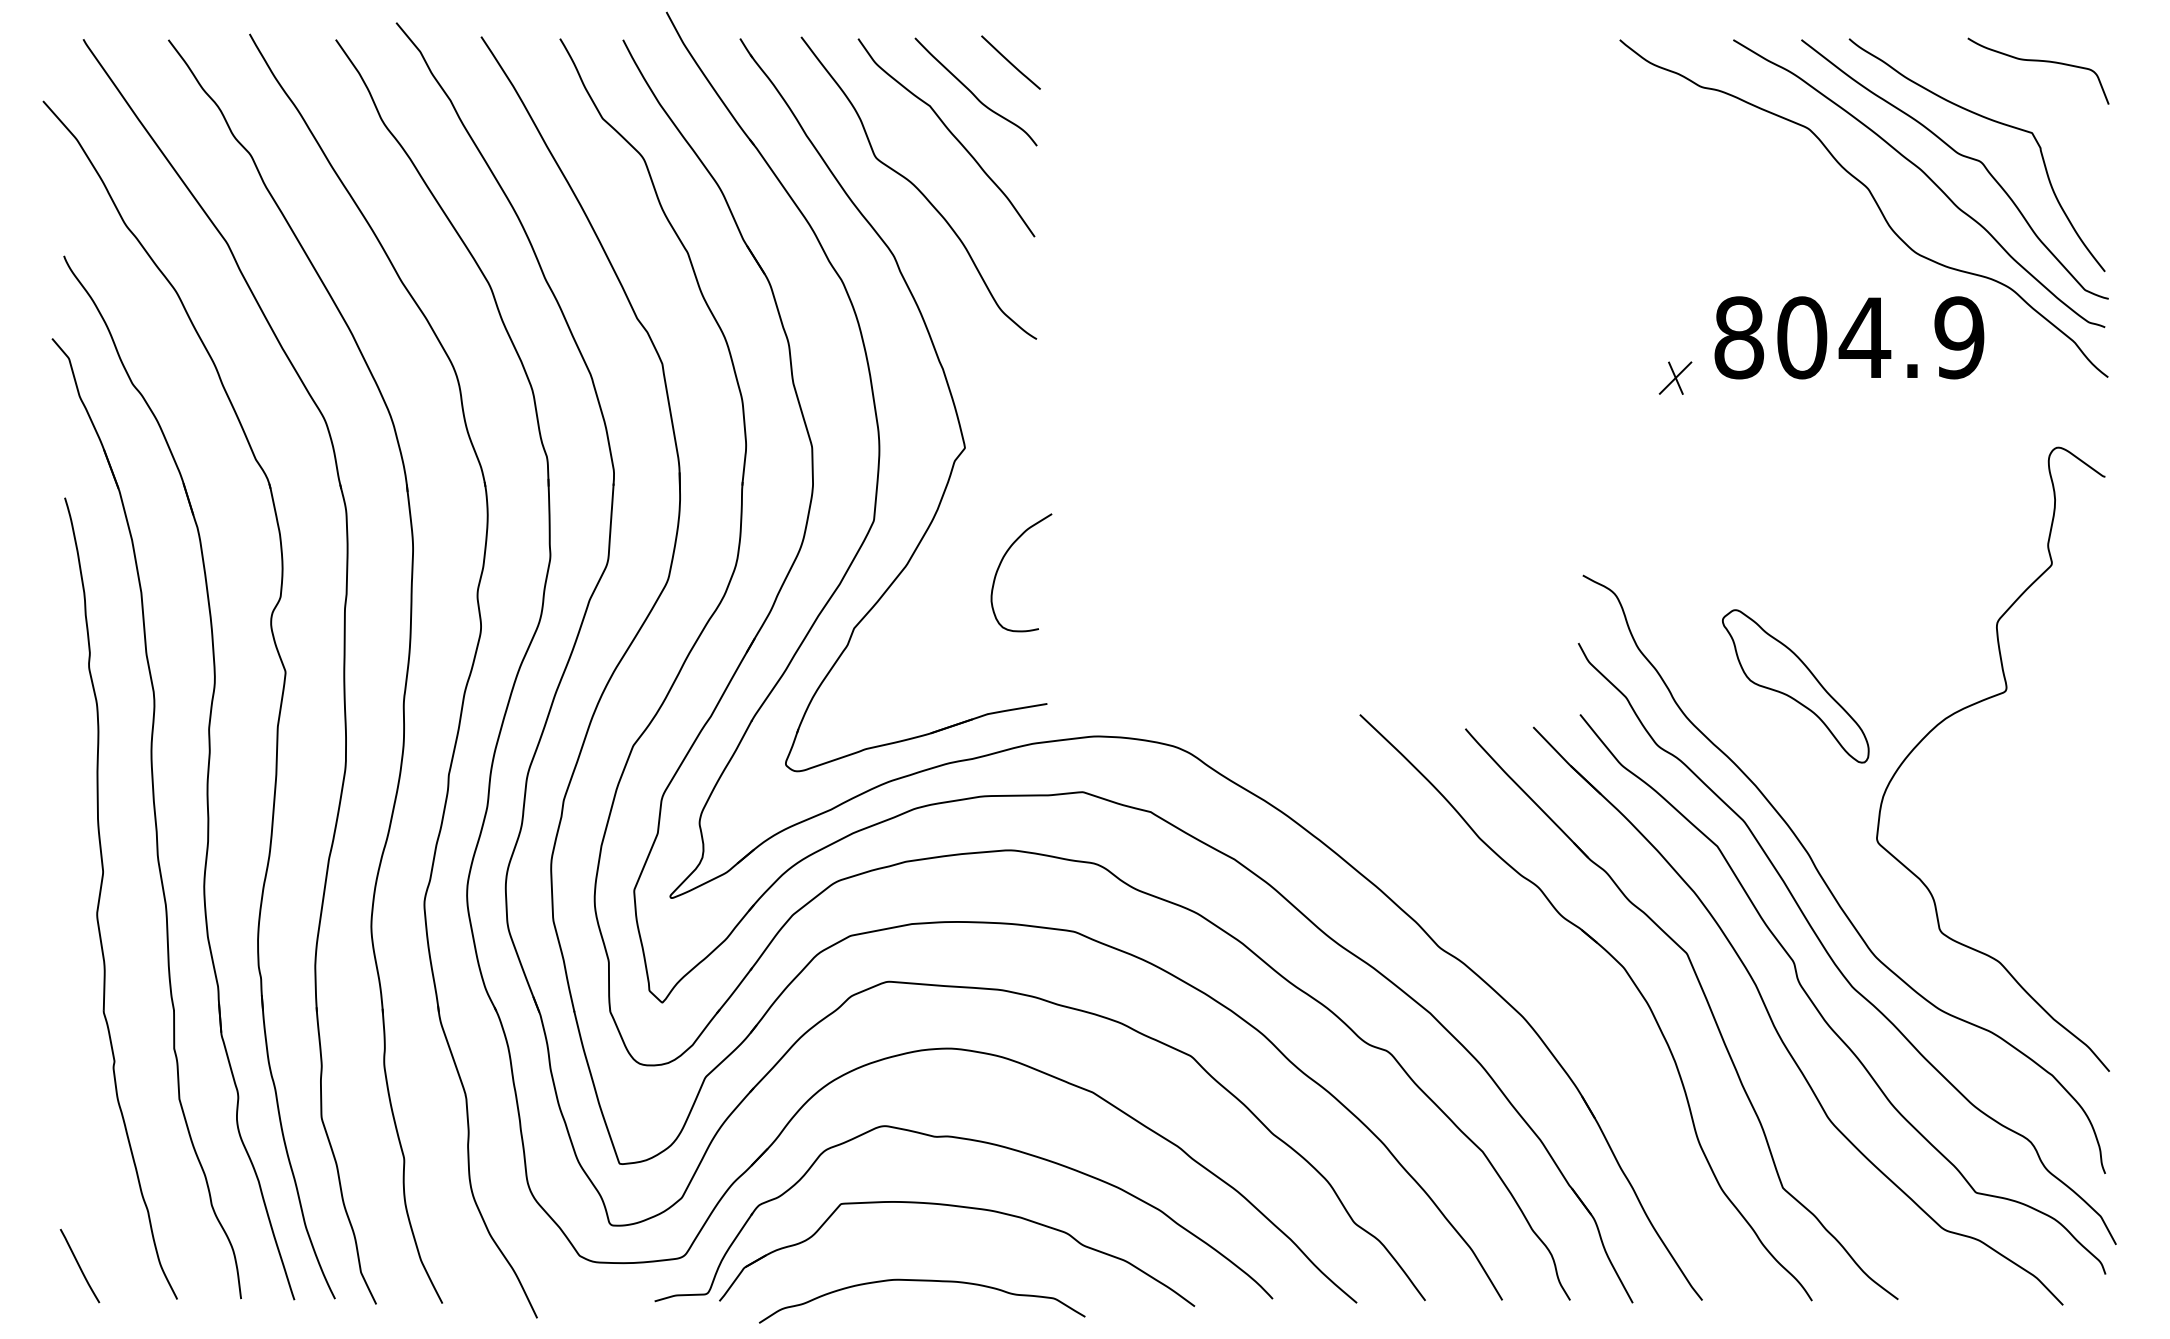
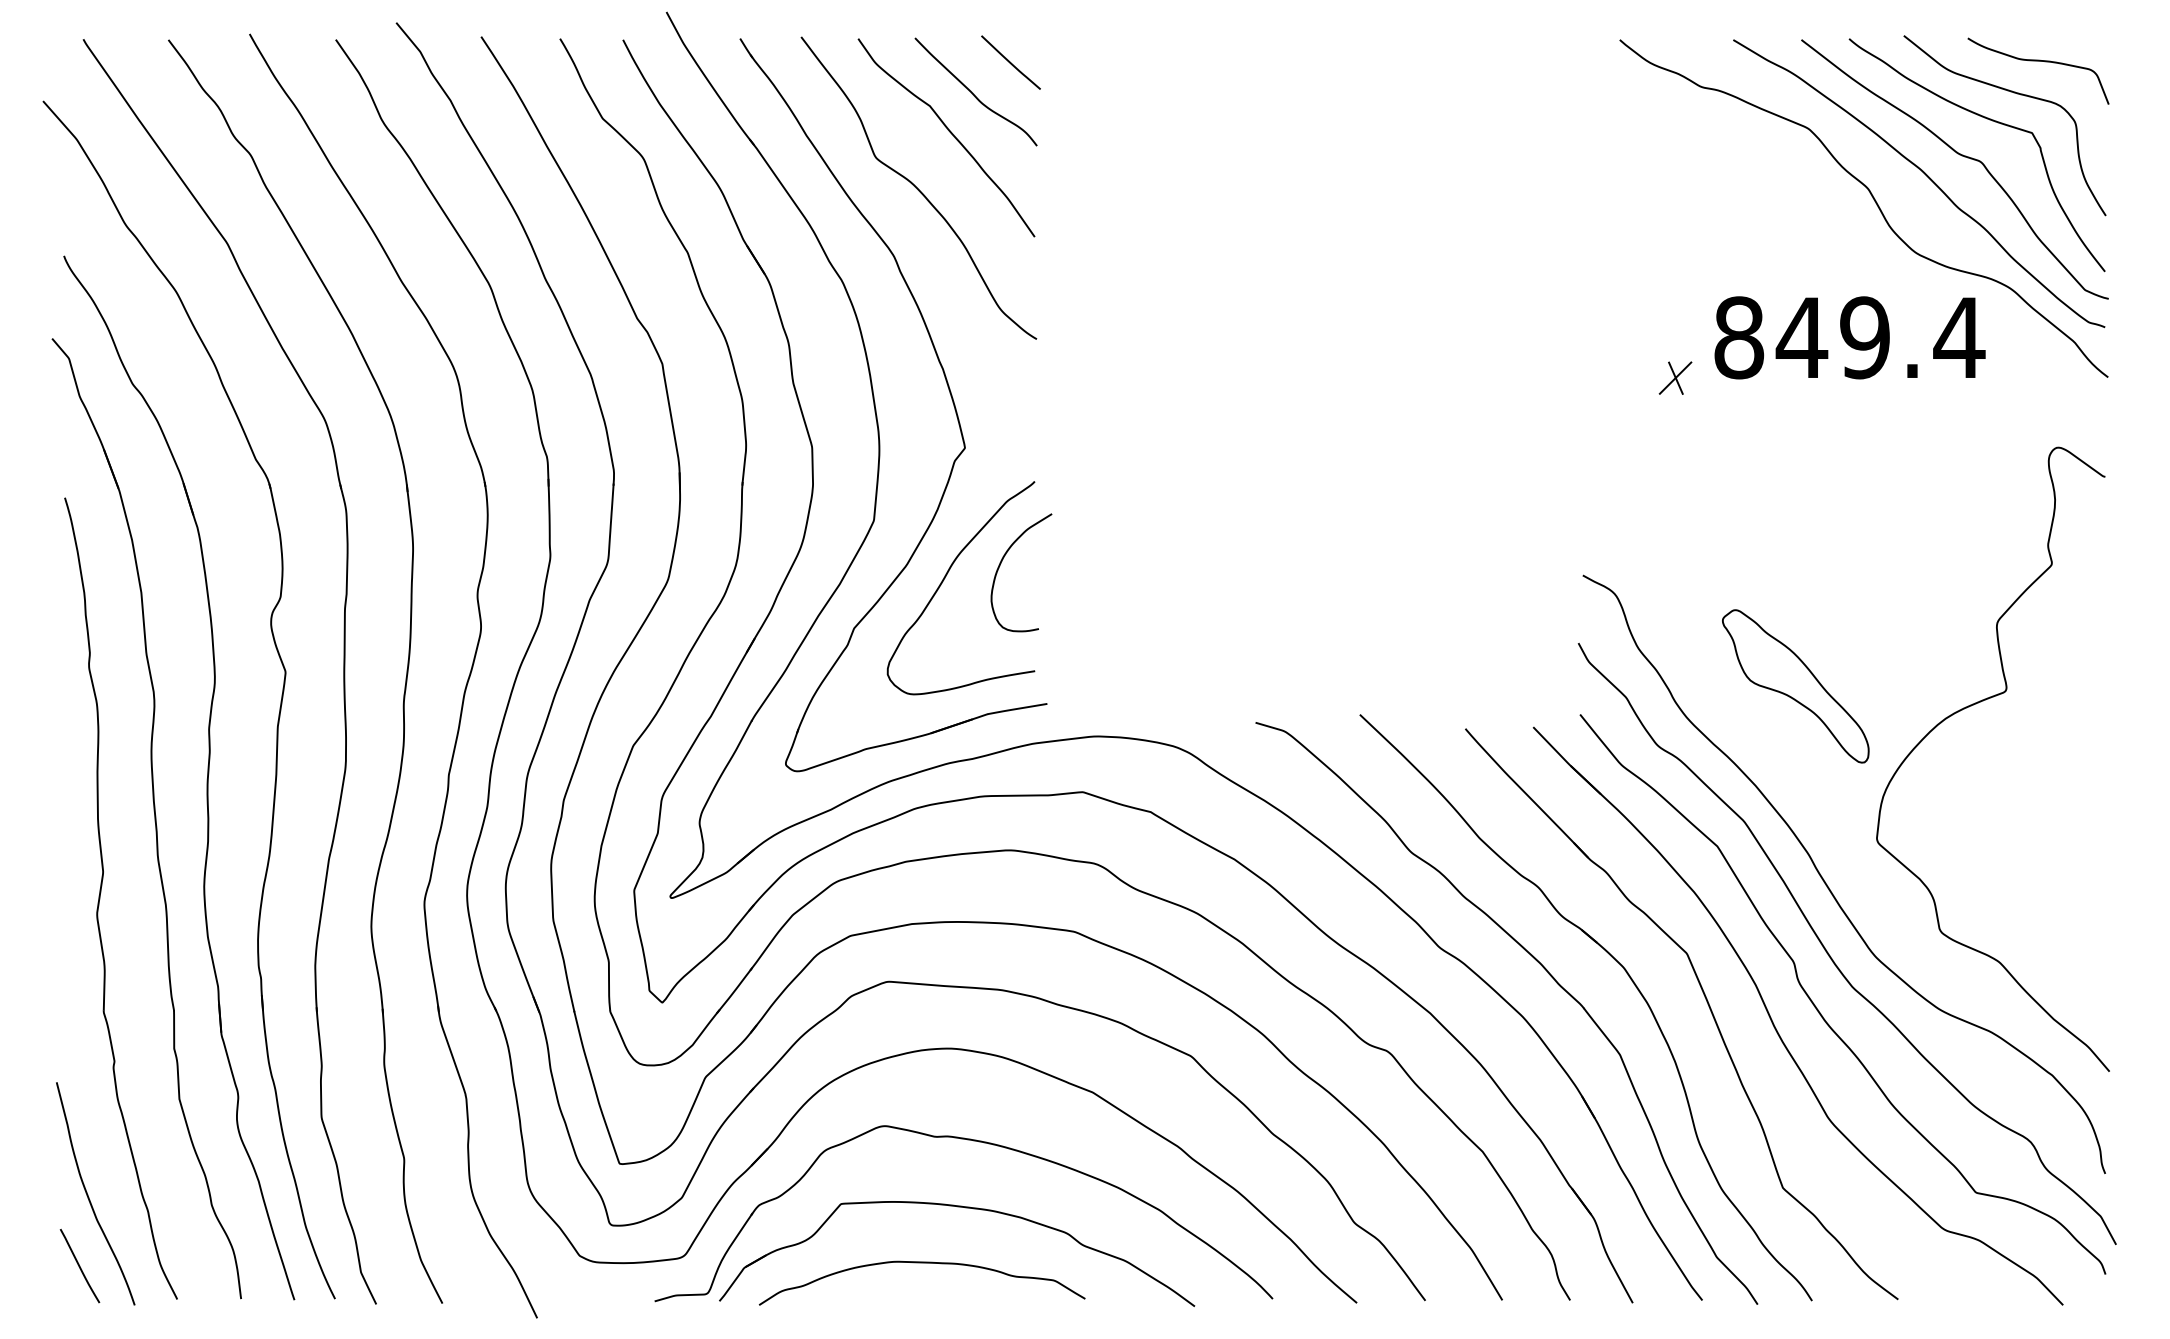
curve at (2013, 93): none -> present
text at (1880, 337): 804.9 -> 849.4
curve at (944, 580): none -> present
part at (1548, 974): none -> present
curve at (88, 1194): none -> present
curve at (921, 1281) position: (921, 1281) -> (921, 1263)
